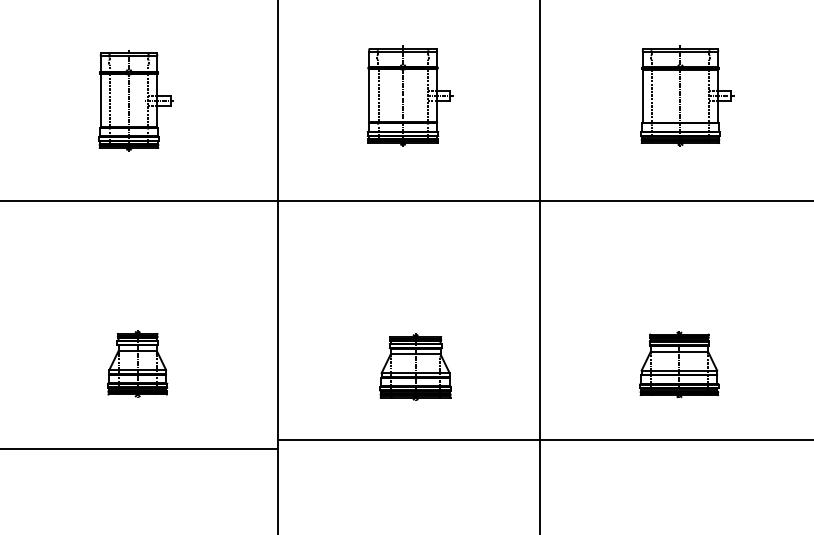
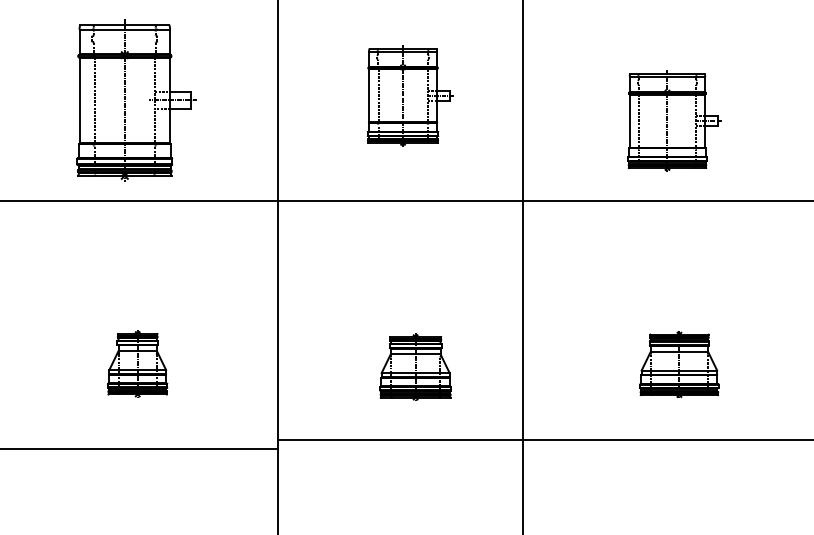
part at (687, 95) position: (687, 95) -> (674, 120)
part at (135, 100) size: 76x102 px -> 121x163 px
line at (540, 266) position: (540, 266) -> (523, 266)
